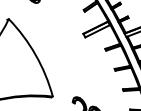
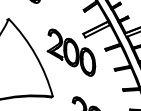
part at (71, 52): none -> present
